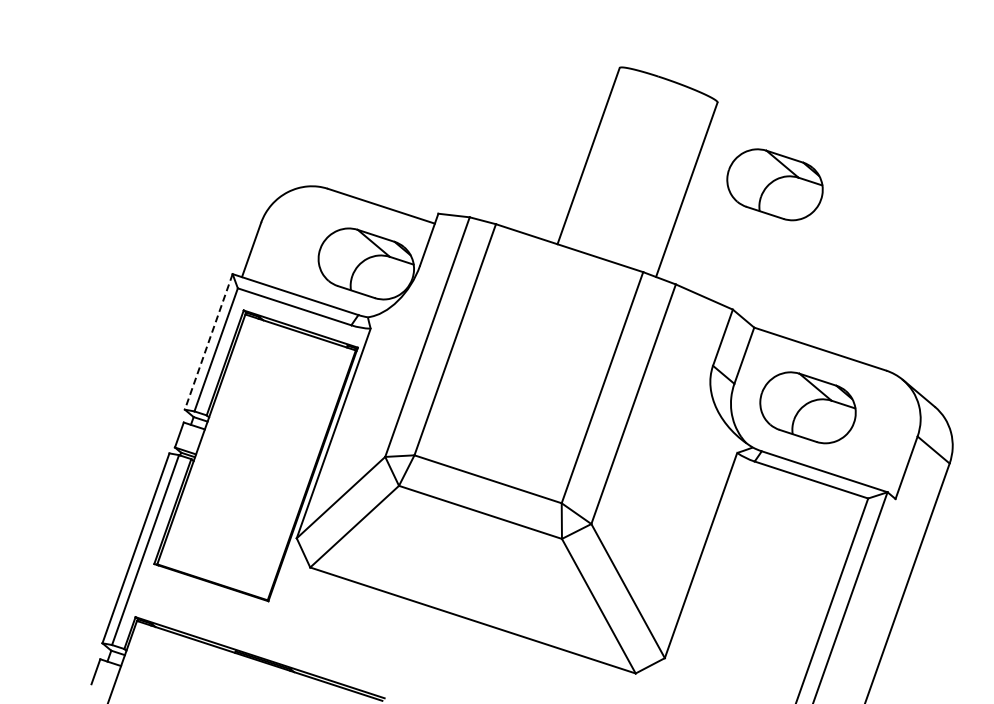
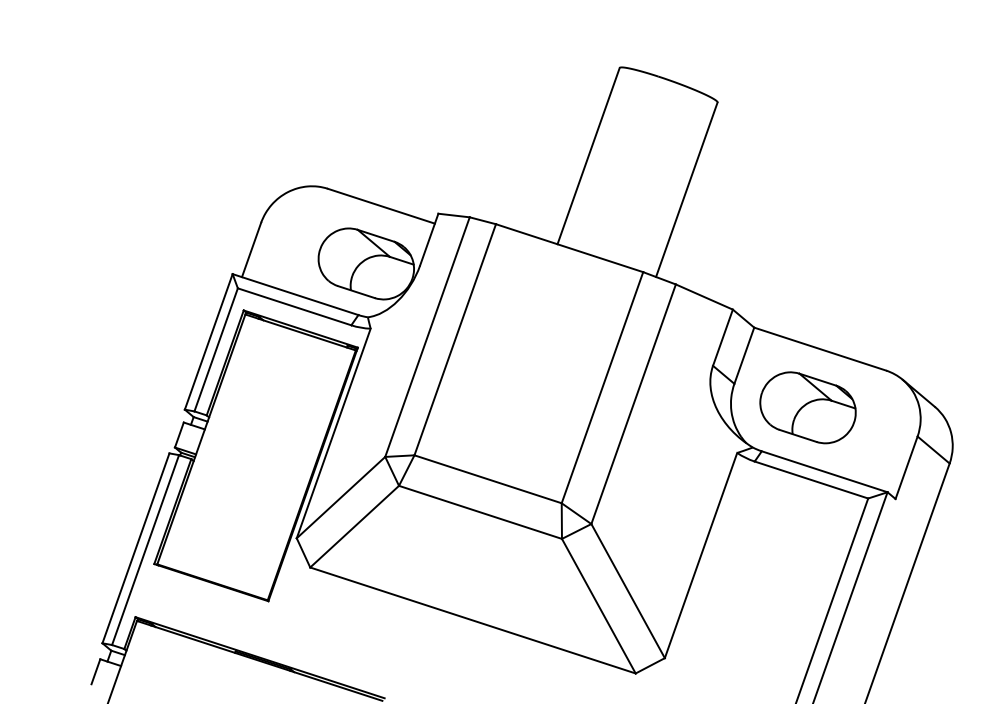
part at (774, 184): present -> none
line at (208, 341): dashed -> solid
